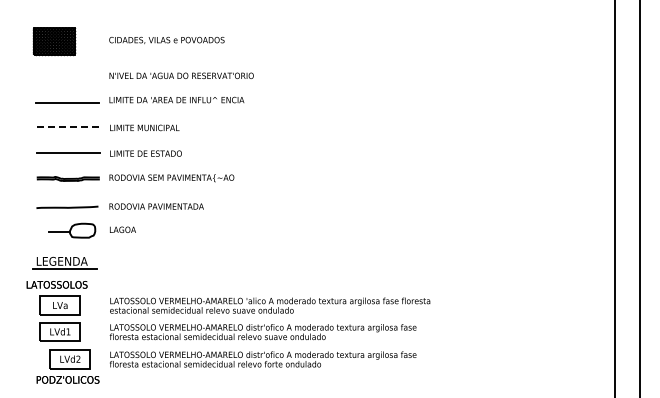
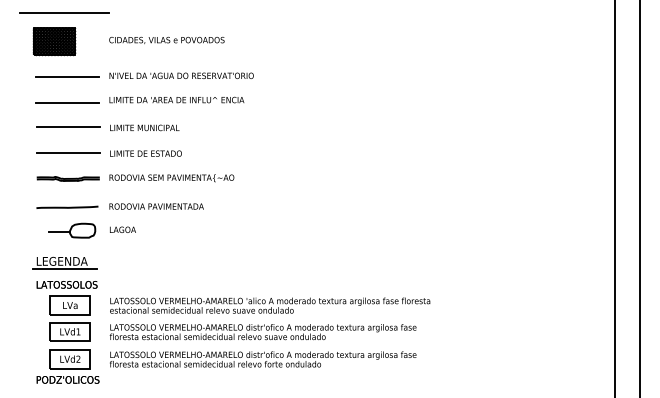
line at (64, 12): none -> present
line at (67, 76): none -> present
line at (68, 127): dashed -> solid
part at (56, 311) position: (56, 311) -> (66, 311)
